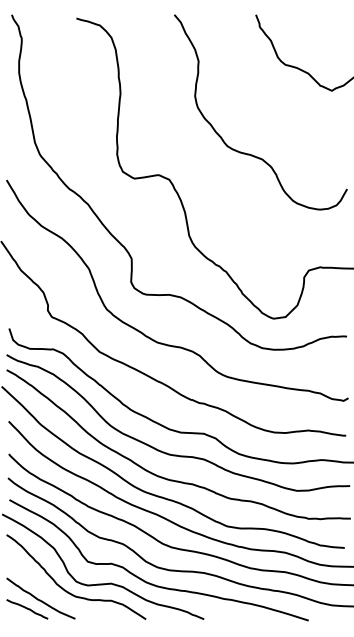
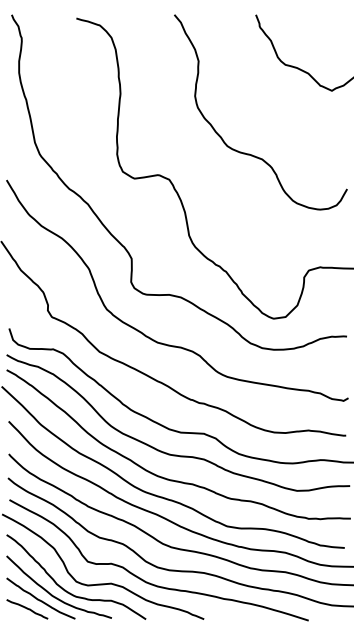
curve at (51, 593): none -> present
